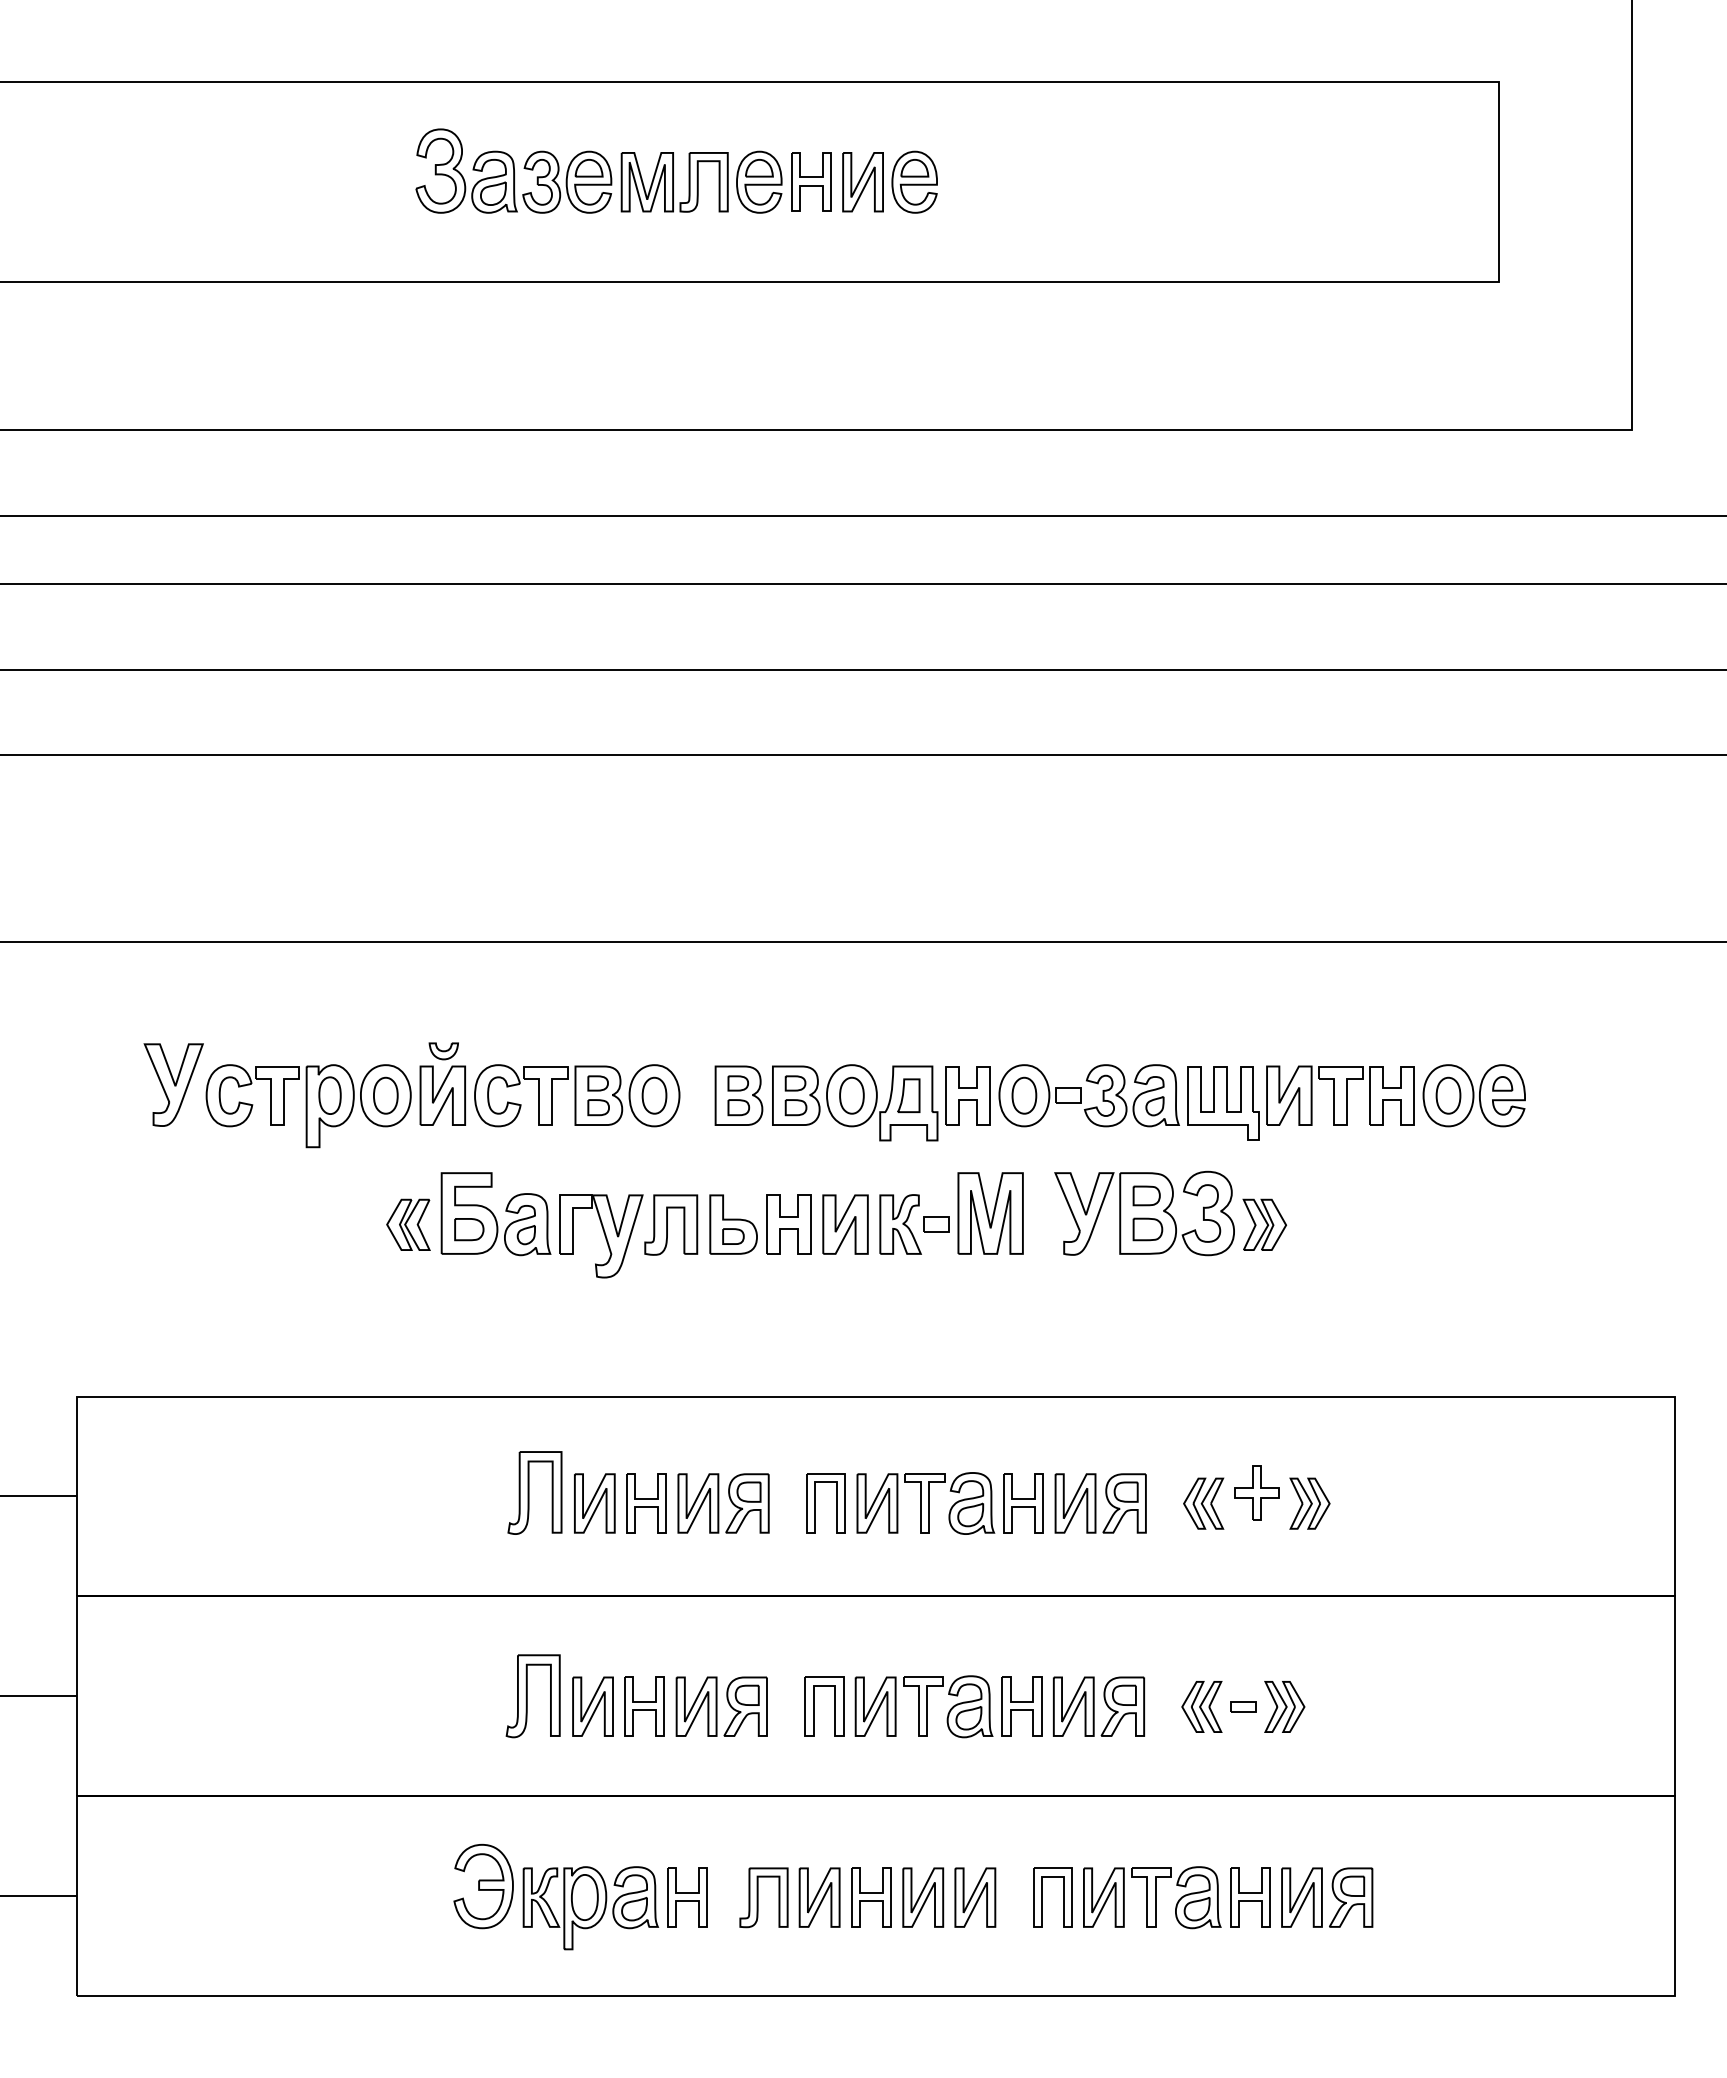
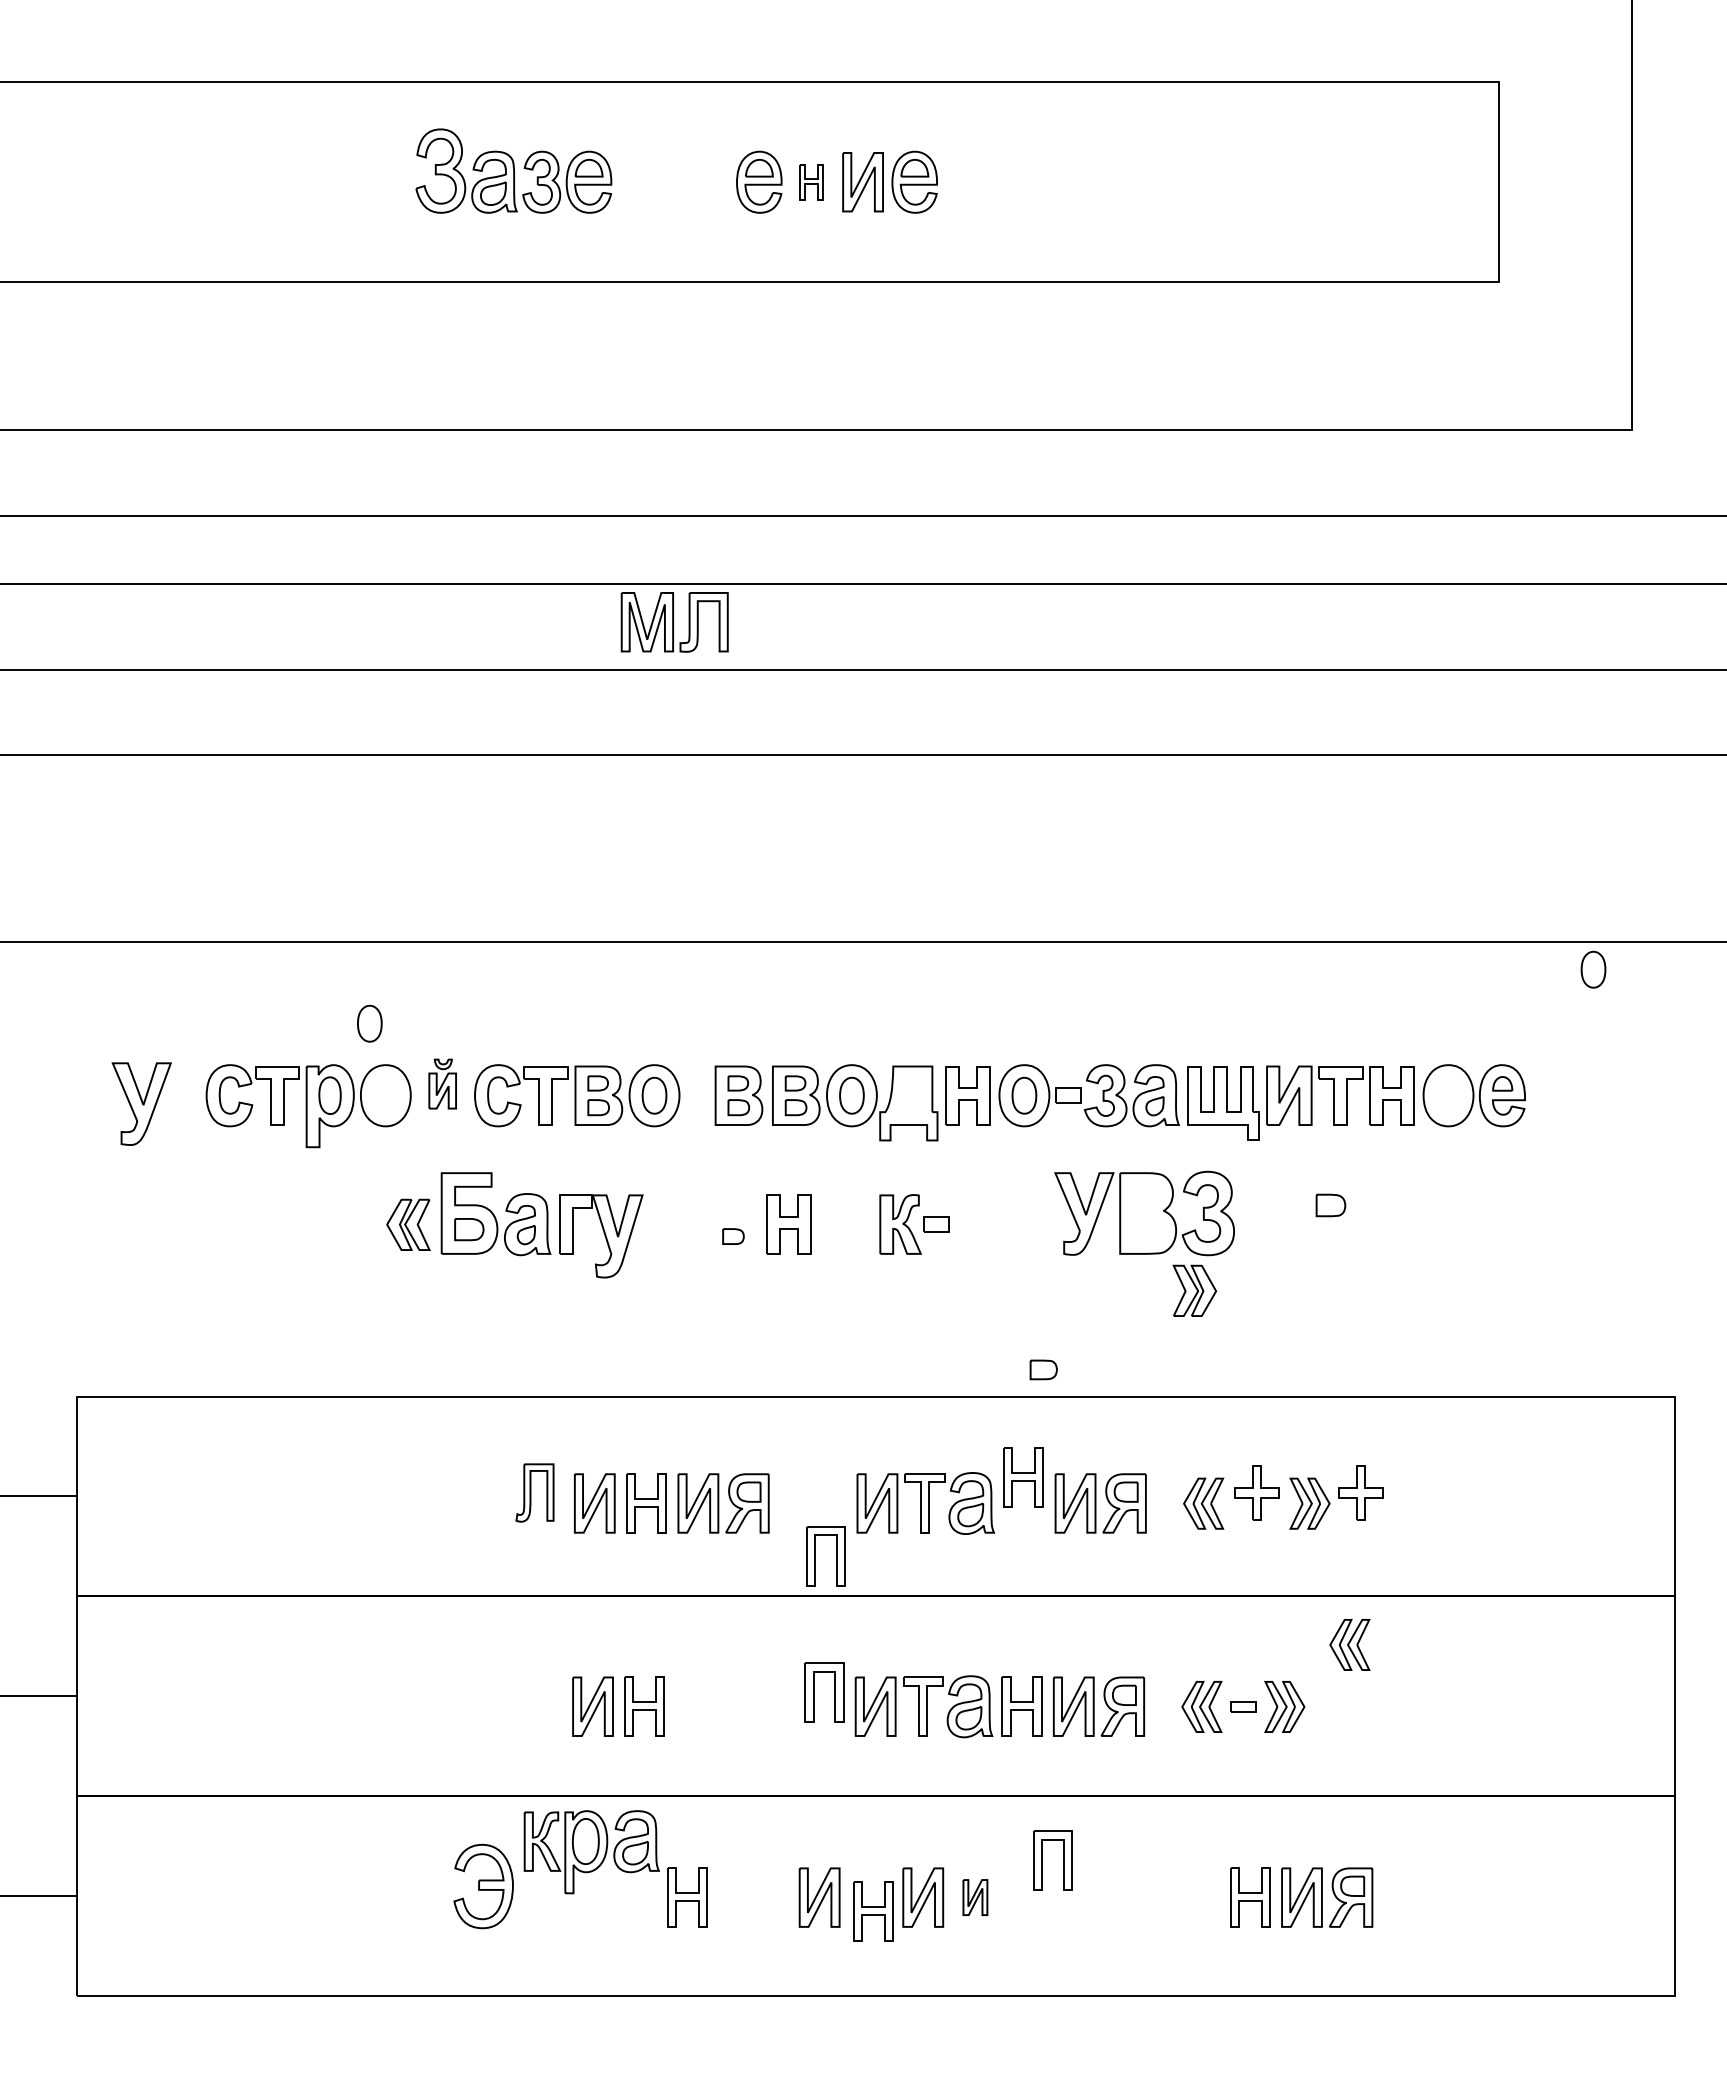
part at (811, 181) size: 41x60 px -> 25x37 px
part at (674, 182) position: (674, 182) -> (674, 622)
part at (442, 1083) size: 47x84 px -> 29x52 px
part at (173, 1084) position: (173, 1084) -> (141, 1103)
part at (385, 1095) position: (385, 1095) -> (369, 1023)
part at (908, 1095): present -> none
part at (1448, 1095) position: (1448, 1095) -> (1593, 969)
part at (1146, 1195) position: (1146, 1195) -> (1043, 1369)
part at (990, 1213): present -> none
part at (671, 1224): present -> none
part at (733, 1224): present -> none
part at (845, 1224): present -> none
part at (1264, 1224) position: (1264, 1224) -> (1194, 1290)
part at (1147, 1229) position: (1147, 1229) -> (1330, 1205)
part at (534, 1492) size: 56x84 px -> 40x60 px
part at (1360, 1492): none -> present
part at (815, 1503) position: (815, 1503) -> (815, 1556)
part at (1023, 1503) position: (1023, 1503) -> (1023, 1477)
part at (1349, 1644): none -> present
part at (532, 1696): present -> none
part at (721, 1706): present -> none
part at (814, 1706) position: (814, 1706) -> (814, 1692)
part at (763, 1897): present -> none
part at (871, 1897) position: (871, 1897) -> (873, 1911)
part at (975, 1897) size: 43x61 px -> 27x37 px
part at (1042, 1897) position: (1042, 1897) -> (1042, 1860)
part at (1152, 1897): present -> none
part at (590, 1908) position: (590, 1908) -> (591, 1852)
